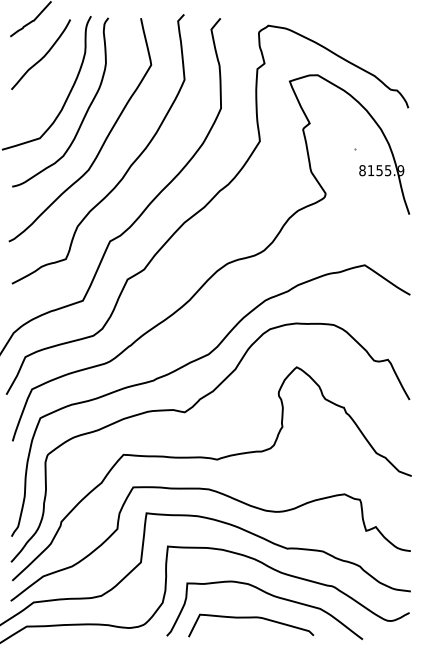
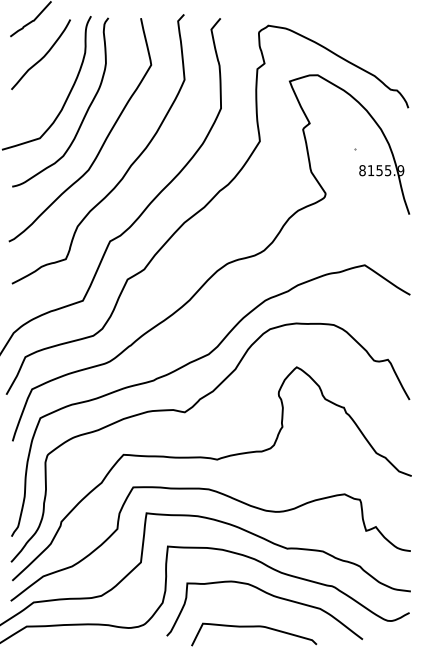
curve at (251, 618) position: (251, 618) -> (254, 627)
